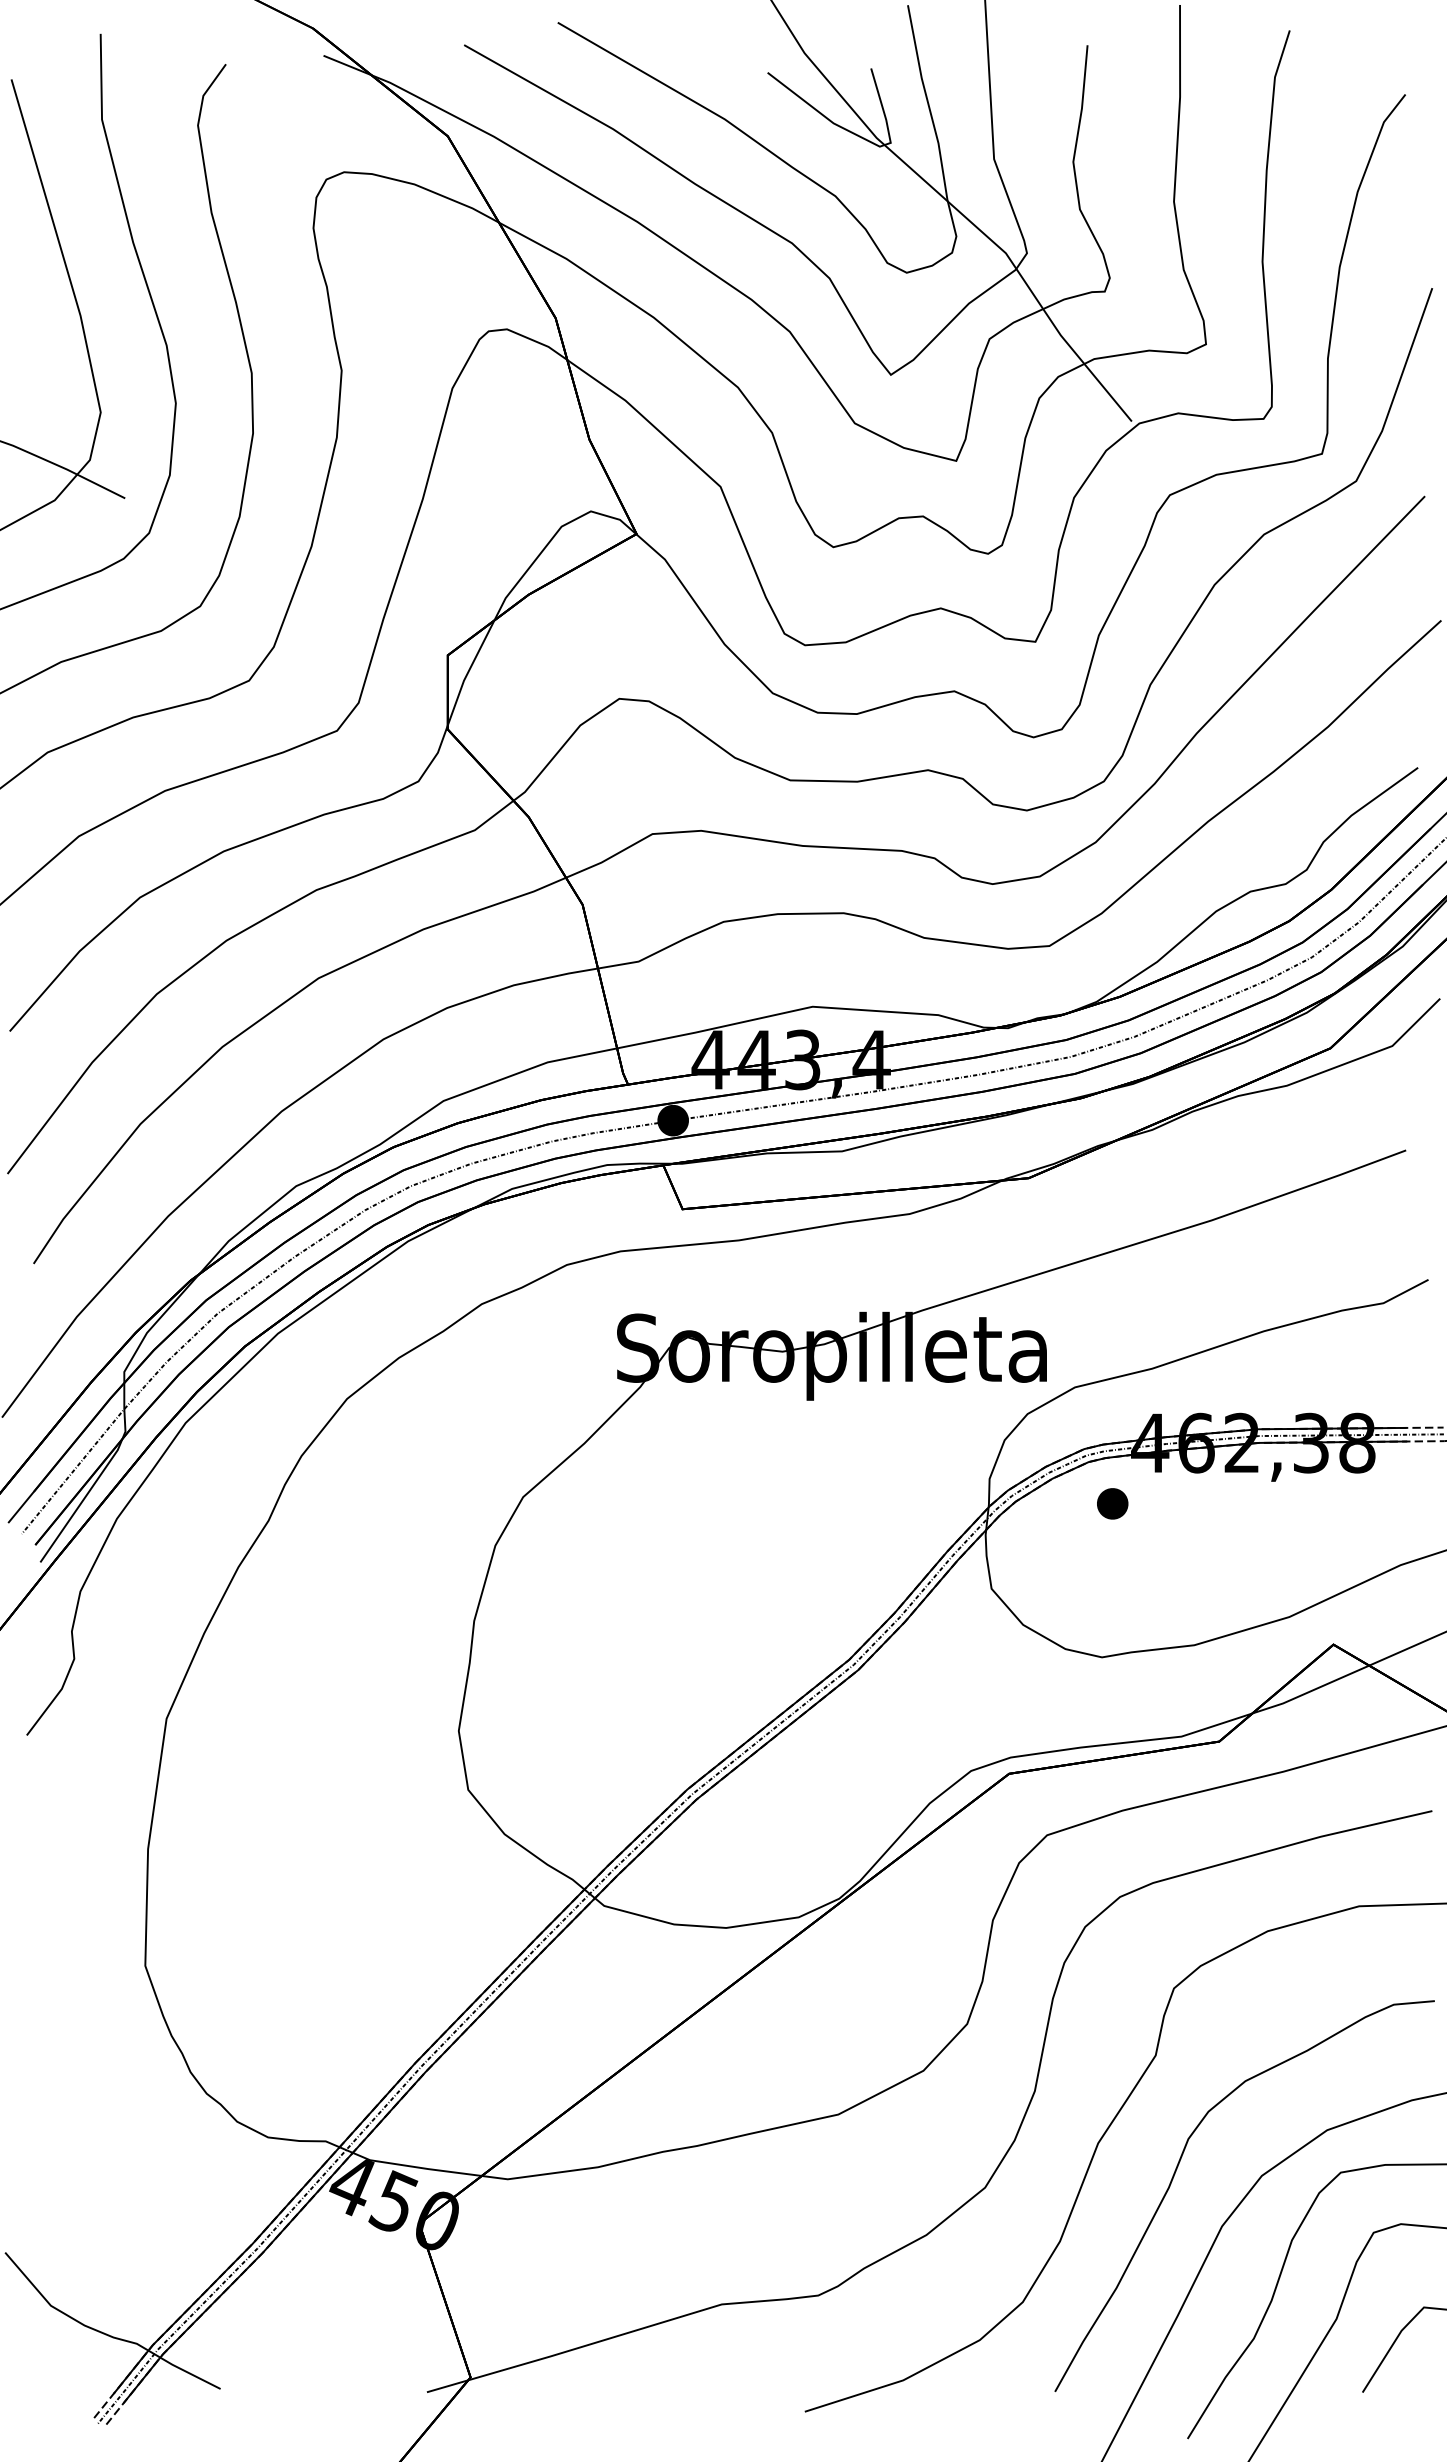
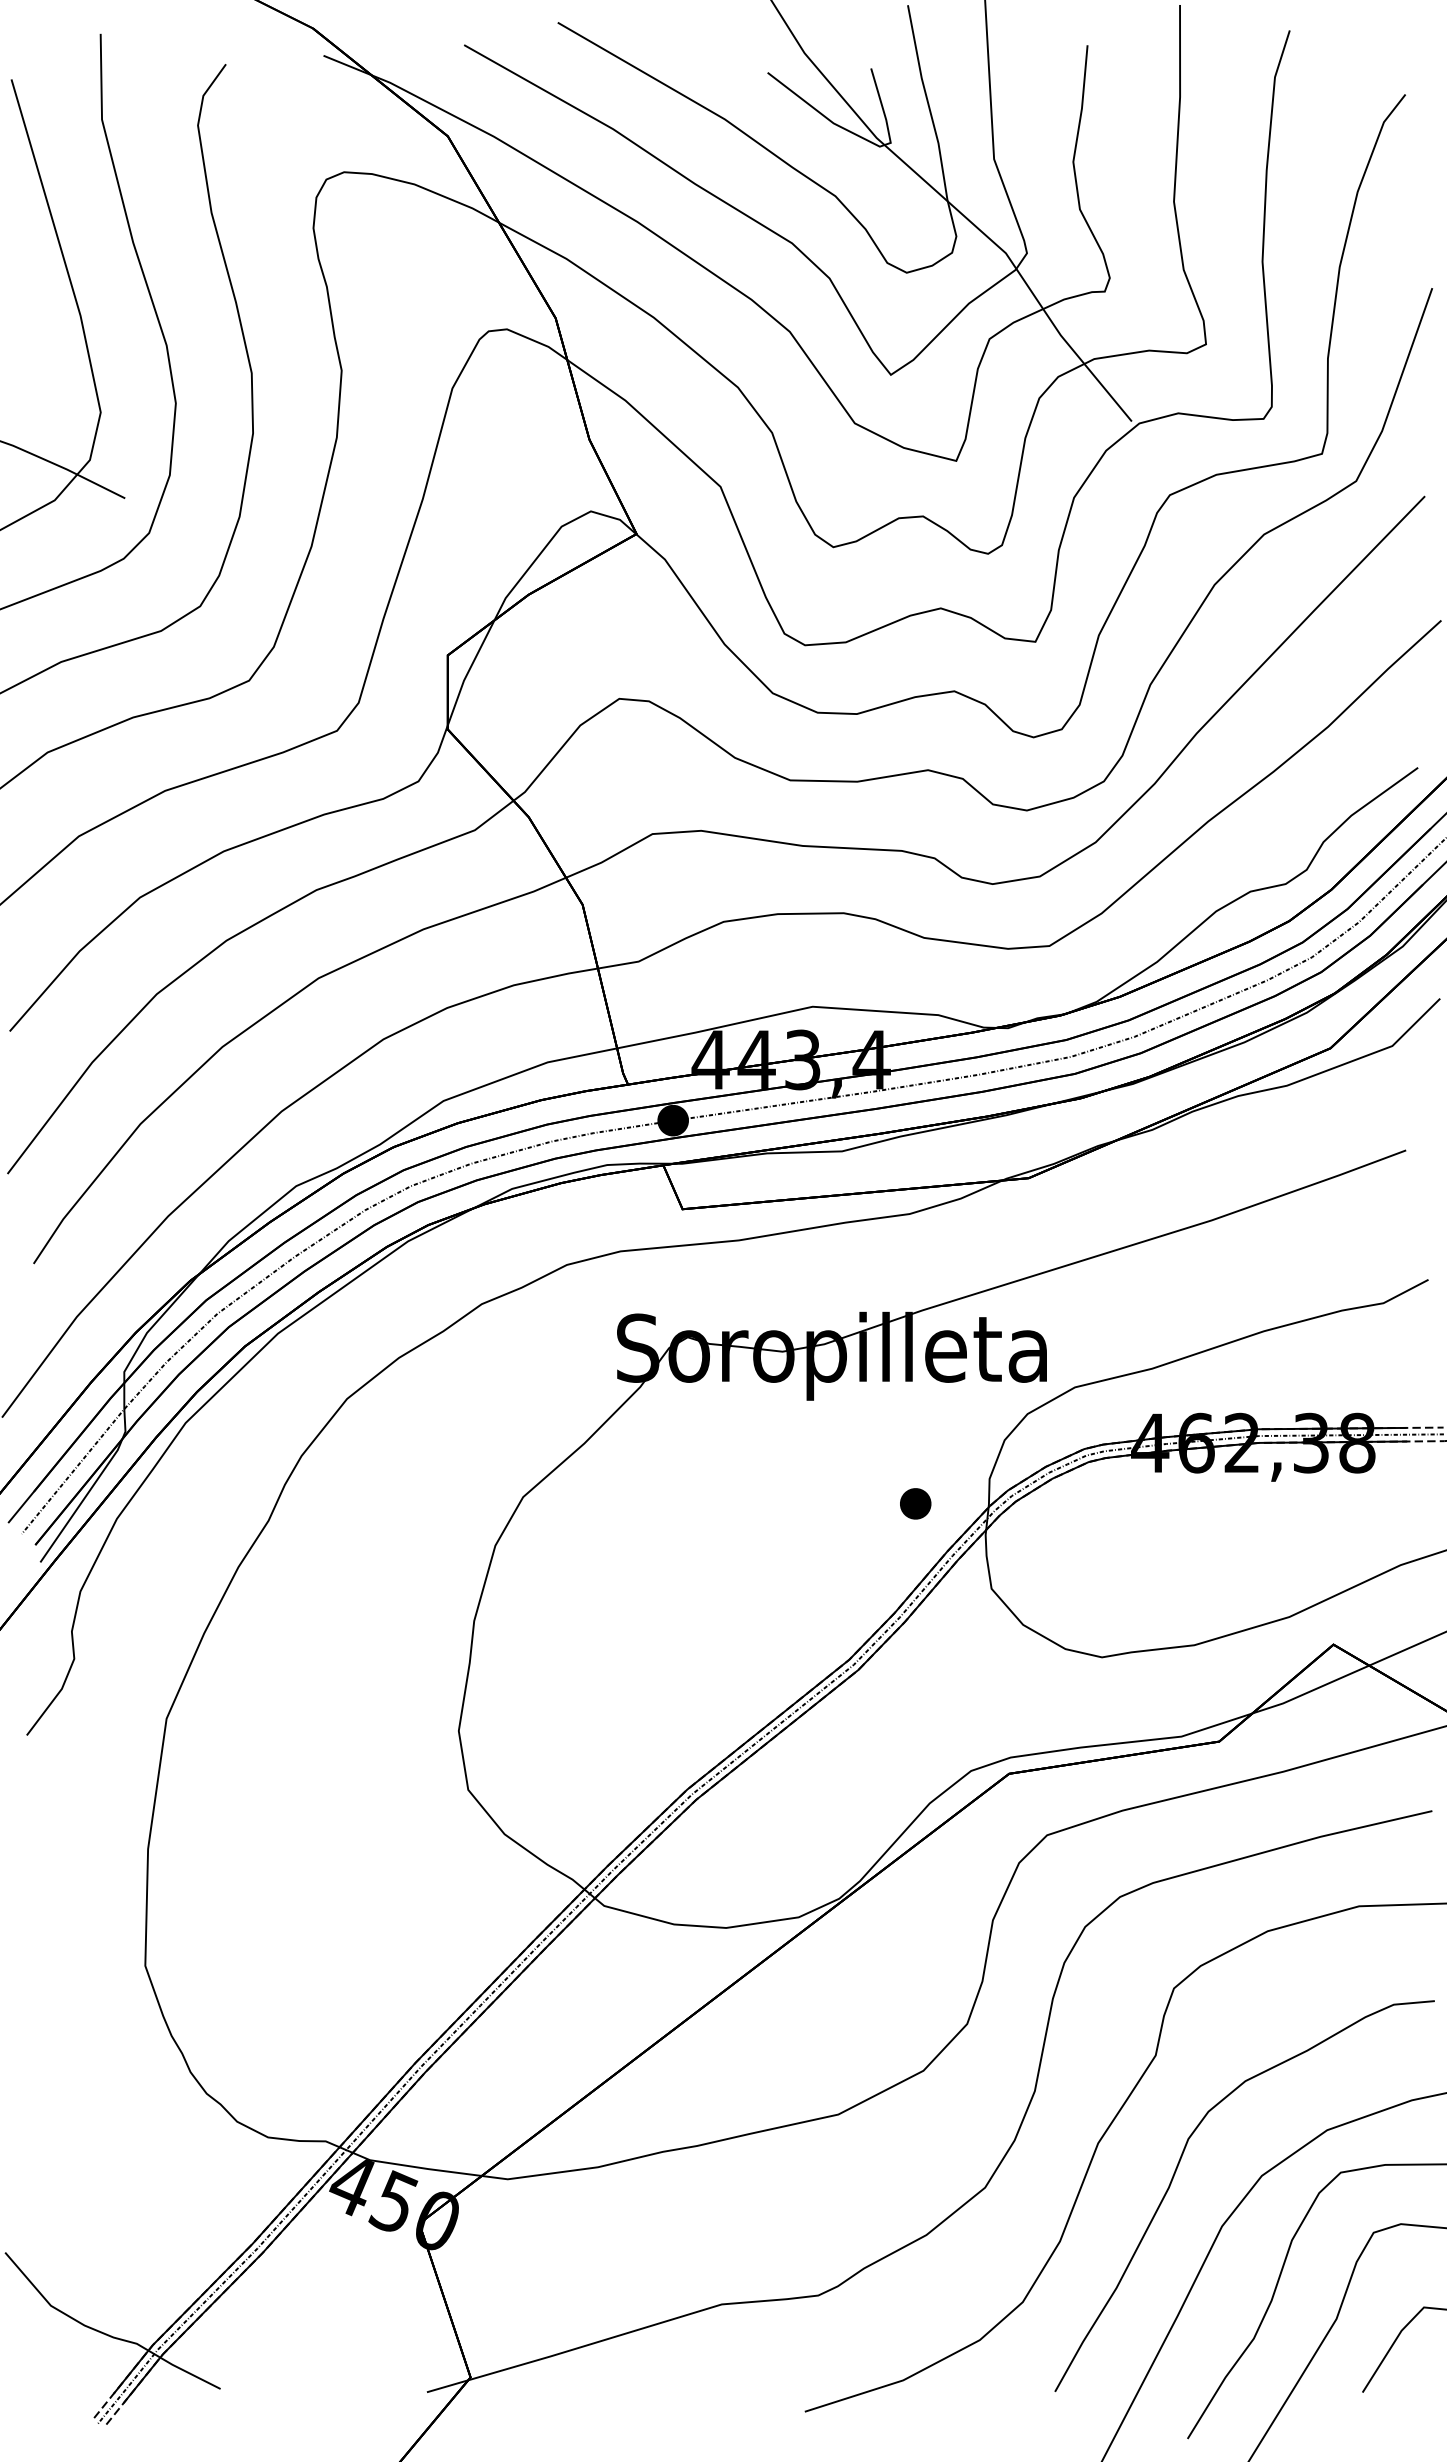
part at (1112, 1503) position: (1112, 1503) -> (915, 1503)
